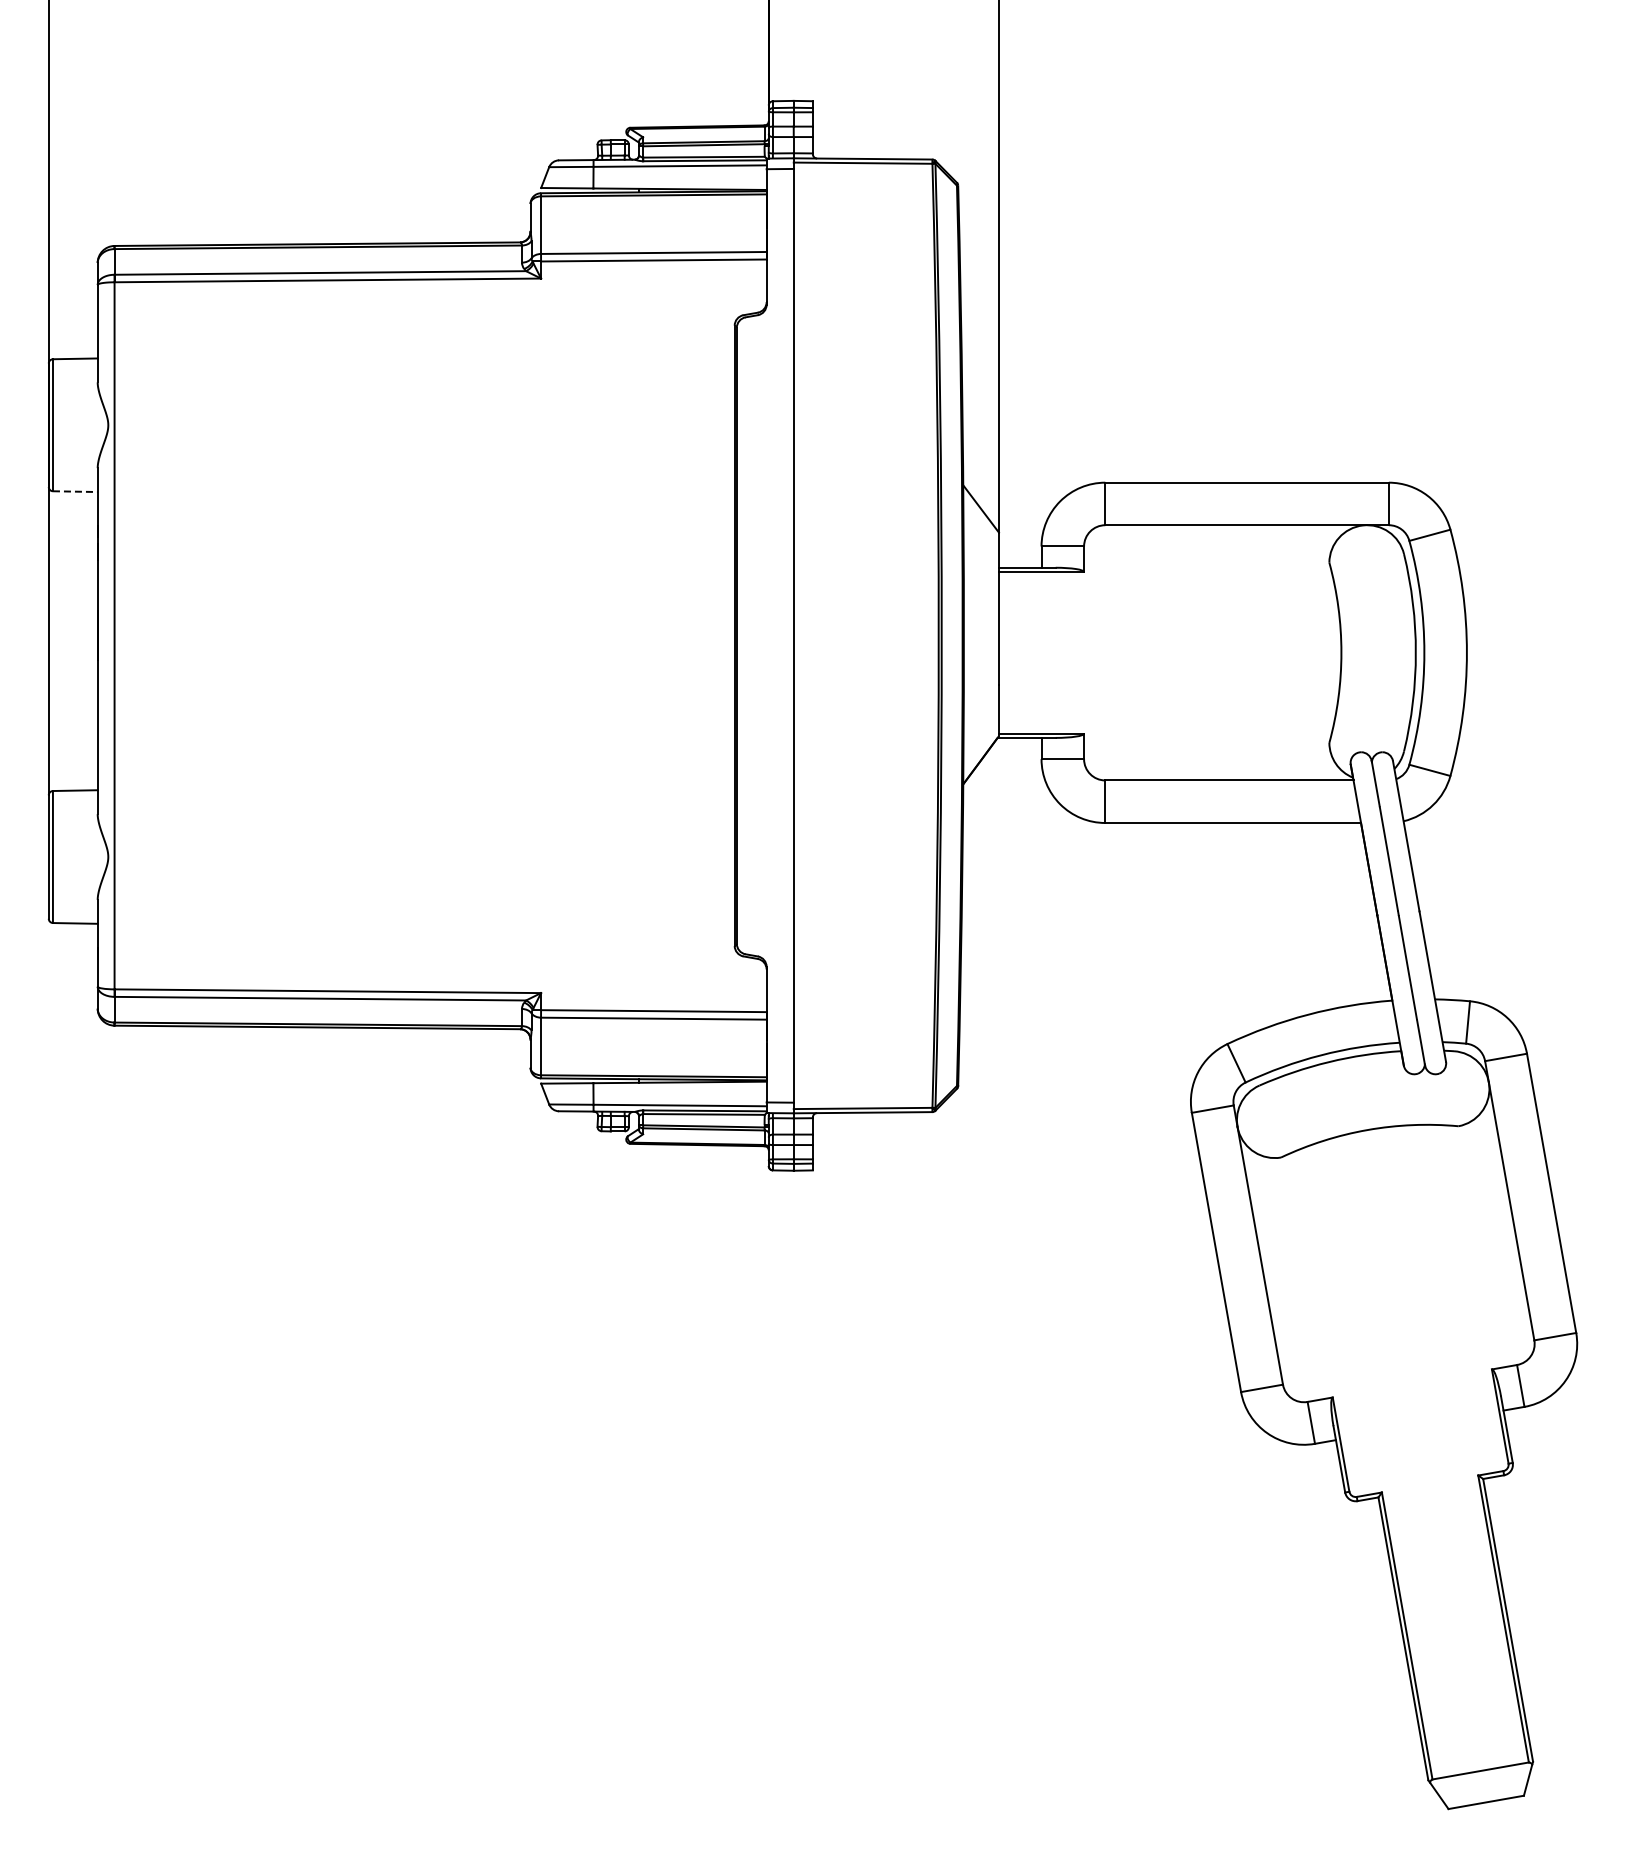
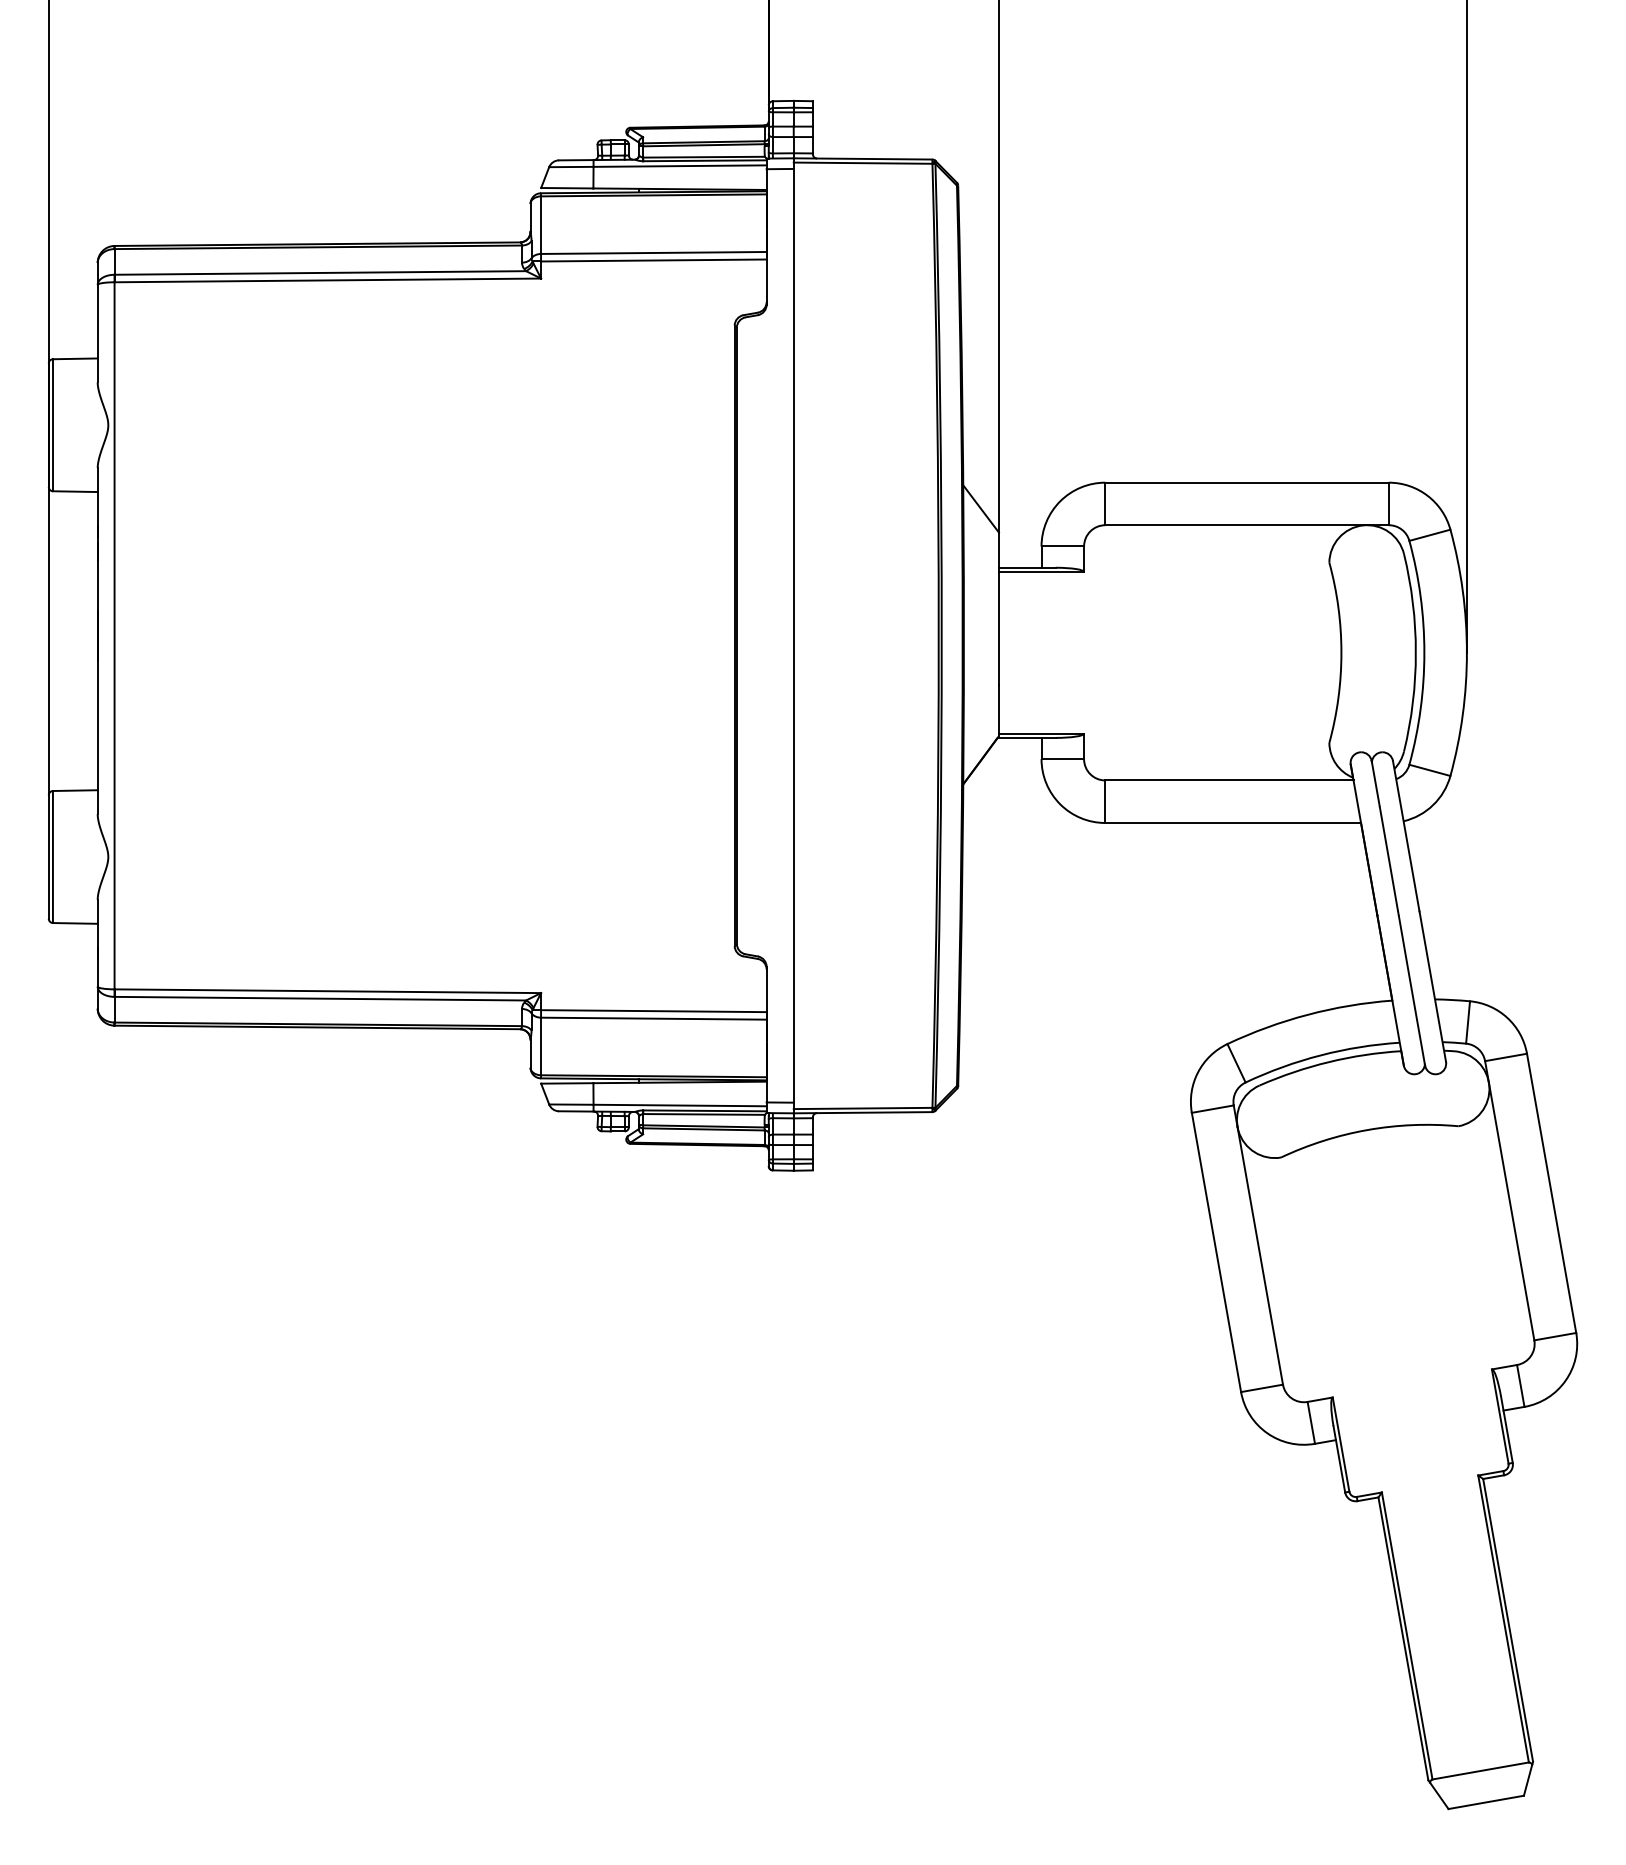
line at (1466, 327): none -> present
line at (75, 491): dashed -> solid
